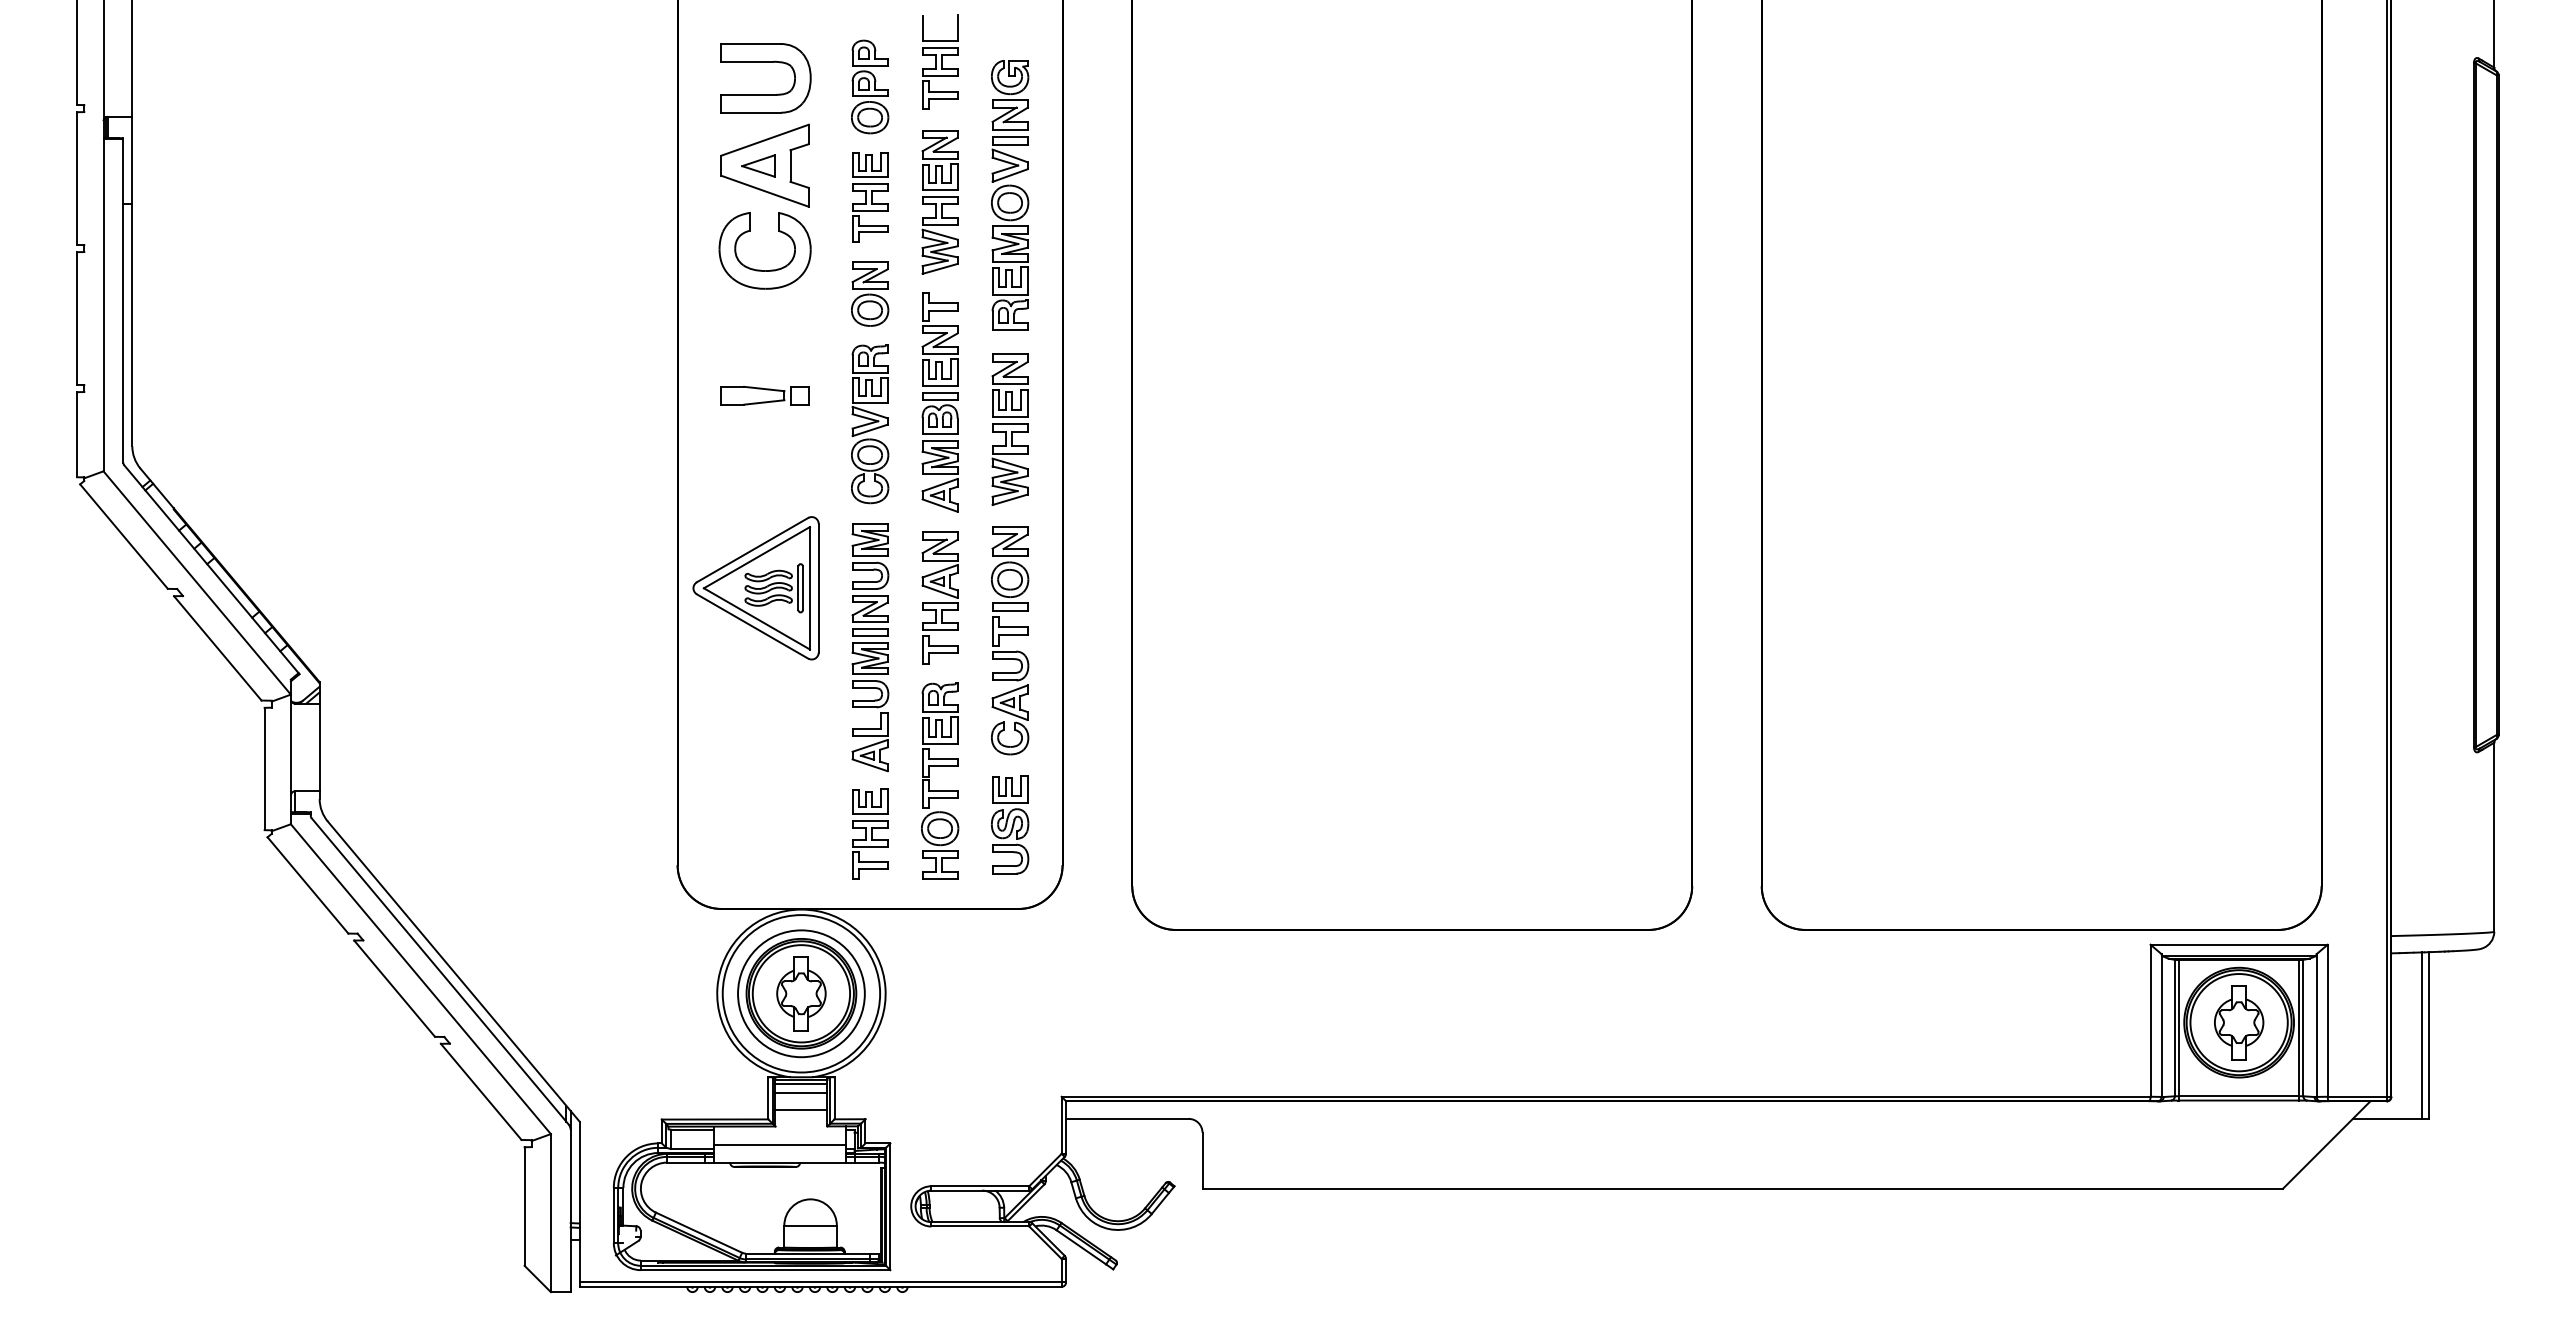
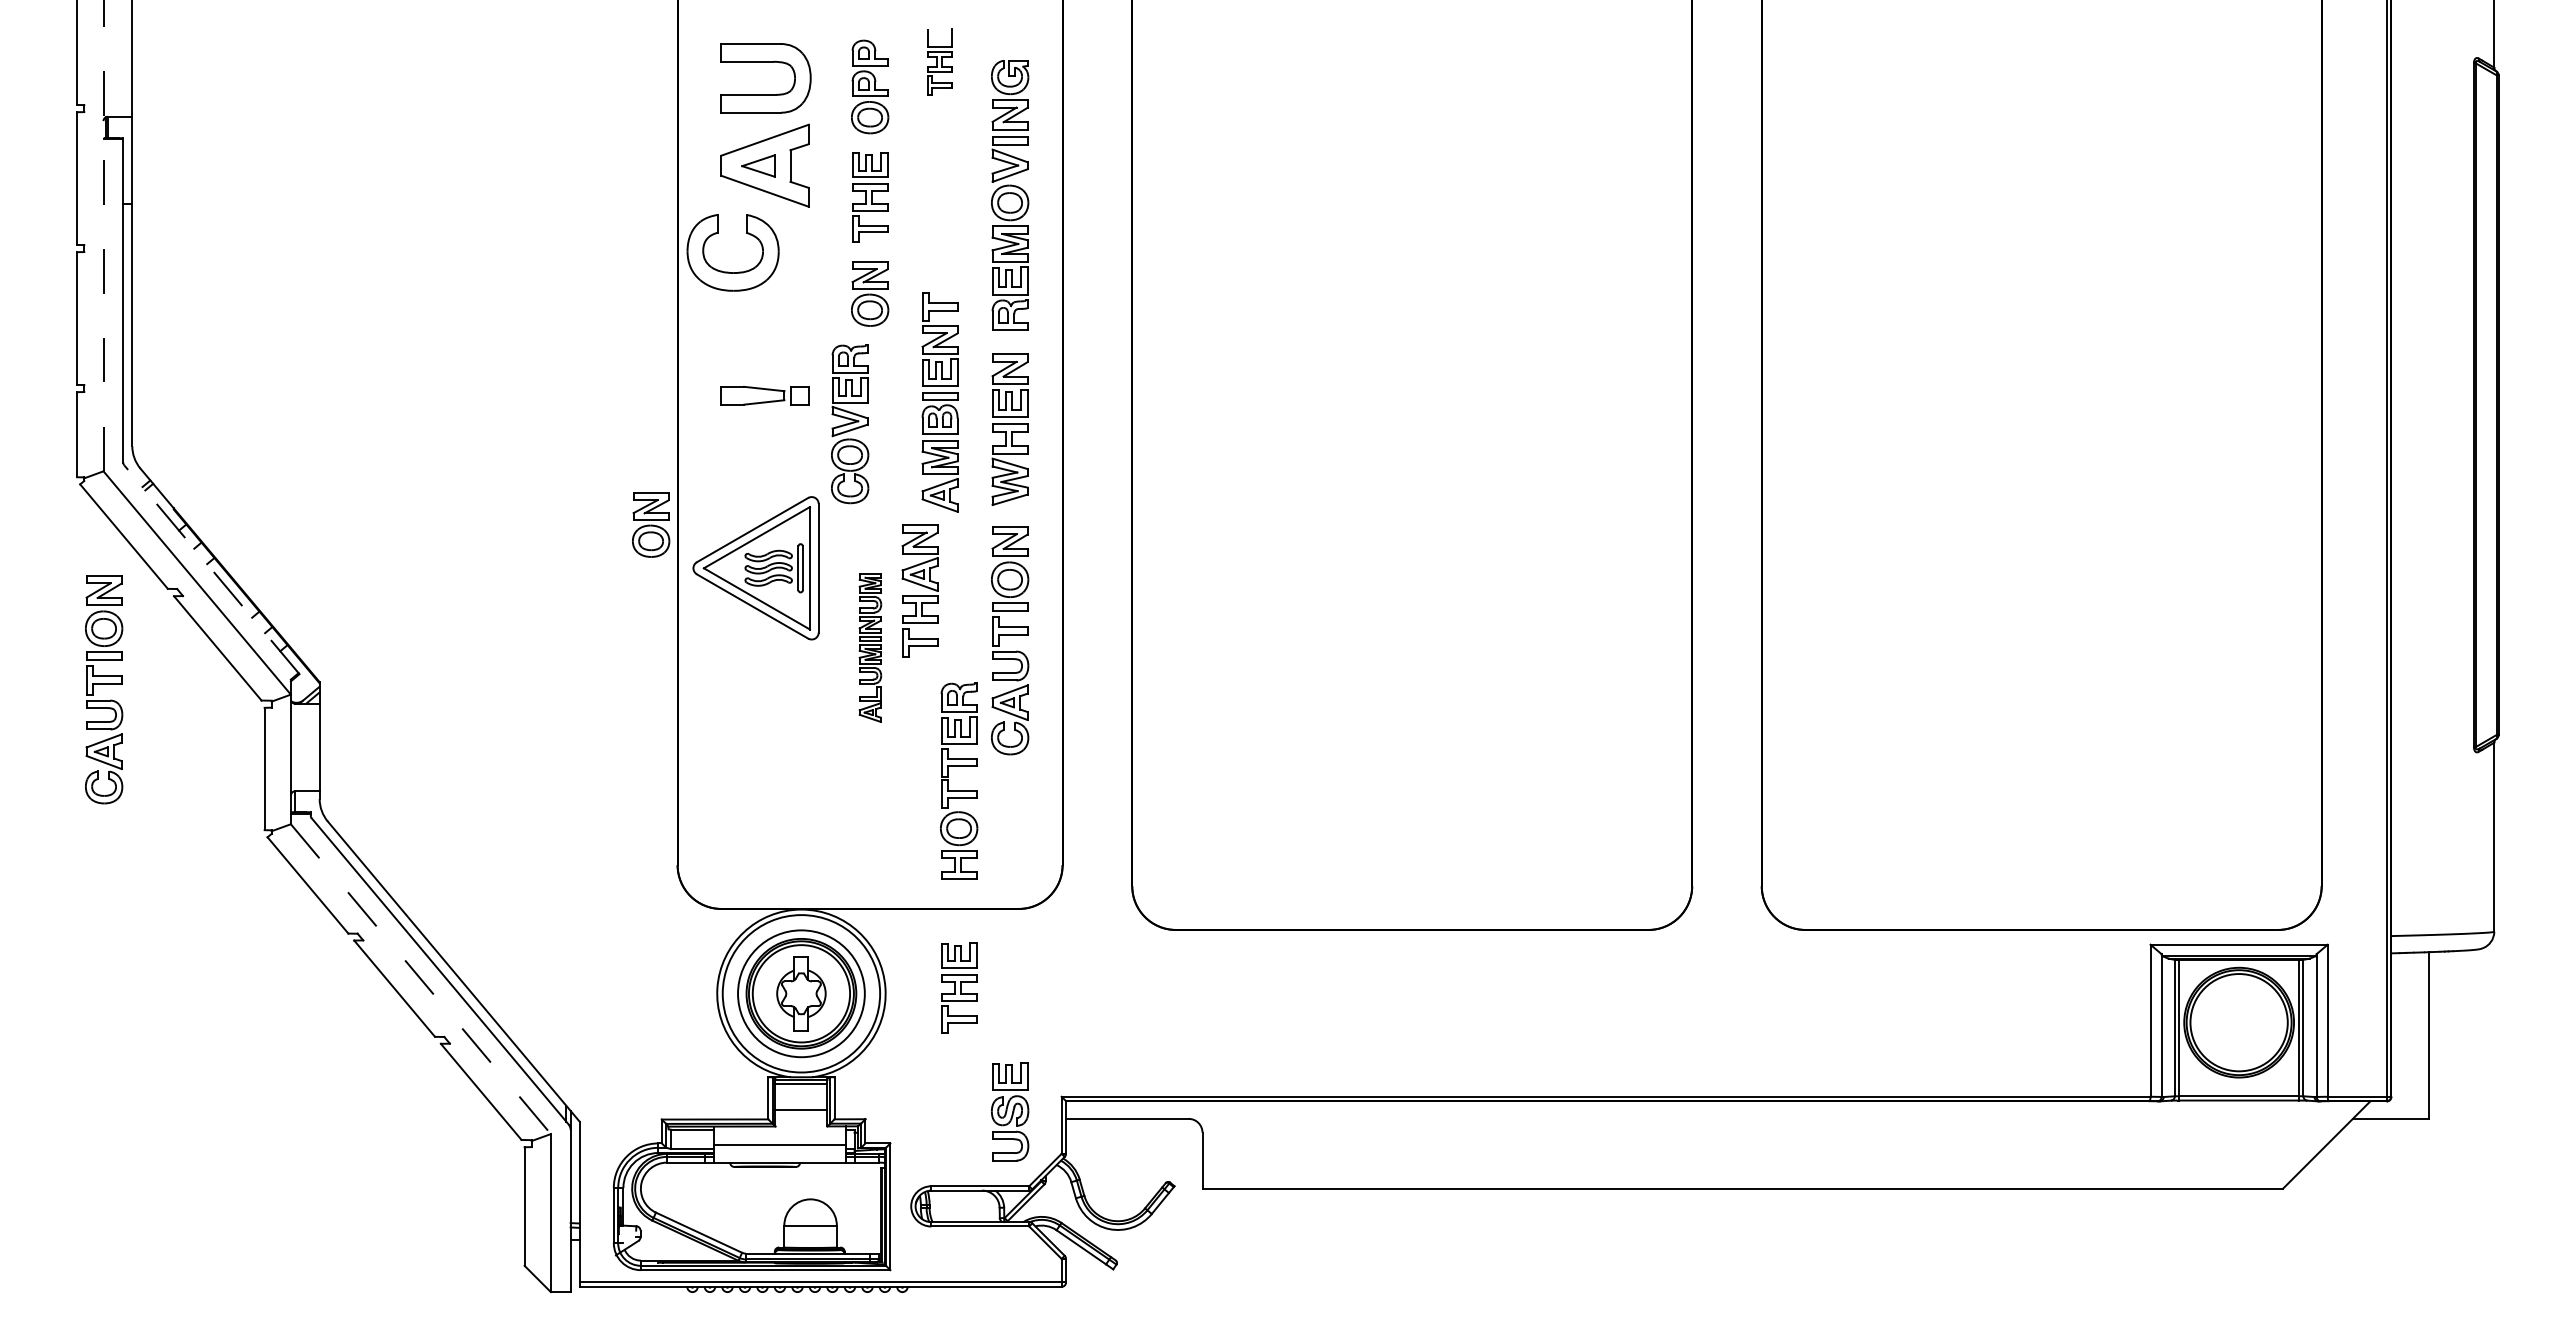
part at (940, 61) size: 37x96 px -> 26x68 px
part at (939, 202): present -> none
line at (103, 235): solid -> dashed
part at (760, 269) position: (760, 269) -> (728, 271)
part at (870, 424) position: (870, 424) -> (850, 424)
part at (651, 524): none -> present
line at (211, 569): solid -> dashed
part at (755, 588) position: (755, 588) -> (755, 568)
part at (939, 597) position: (939, 597) -> (919, 590)
part at (870, 647) size: 39x250 px -> 25x150 px
part at (104, 689): none -> present
part at (940, 790) position: (940, 790) -> (959, 790)
part at (1010, 824) position: (1010, 824) -> (1010, 1111)
part at (870, 833) position: (870, 833) -> (959, 987)
line at (421, 979): solid -> dashed
part at (2239, 1022): present -> none
line at (2422, 1035): present -> none
line at (801, 1092): present -> none
